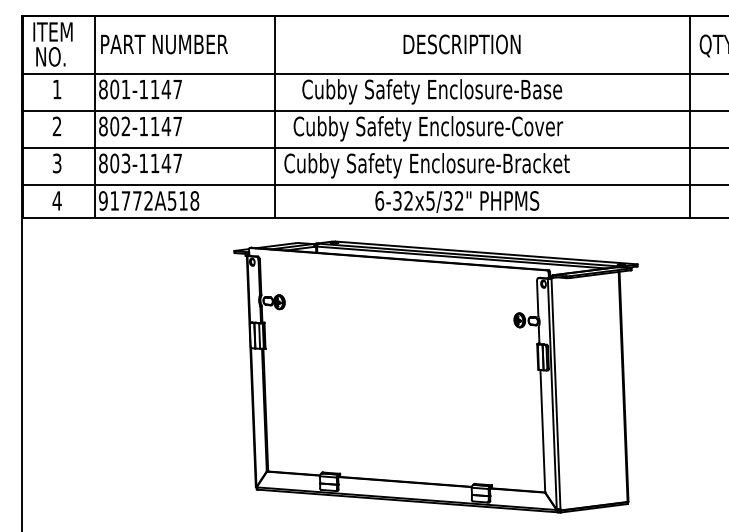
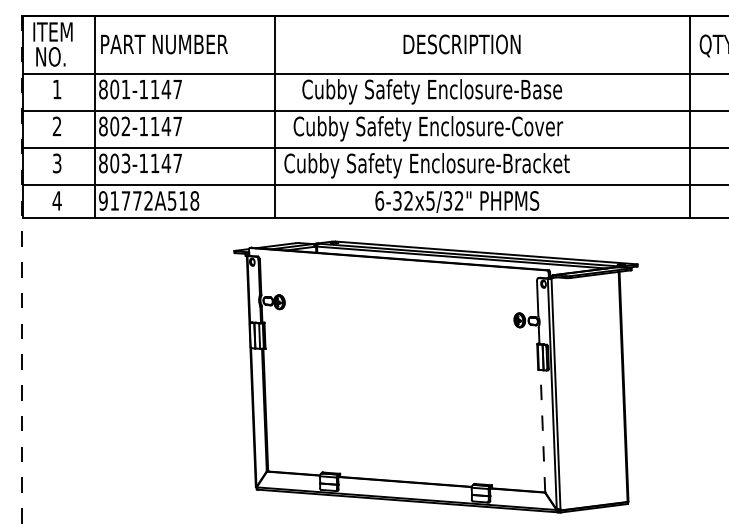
line at (21, 274): solid -> dashed
line at (542, 430): solid -> dashed
